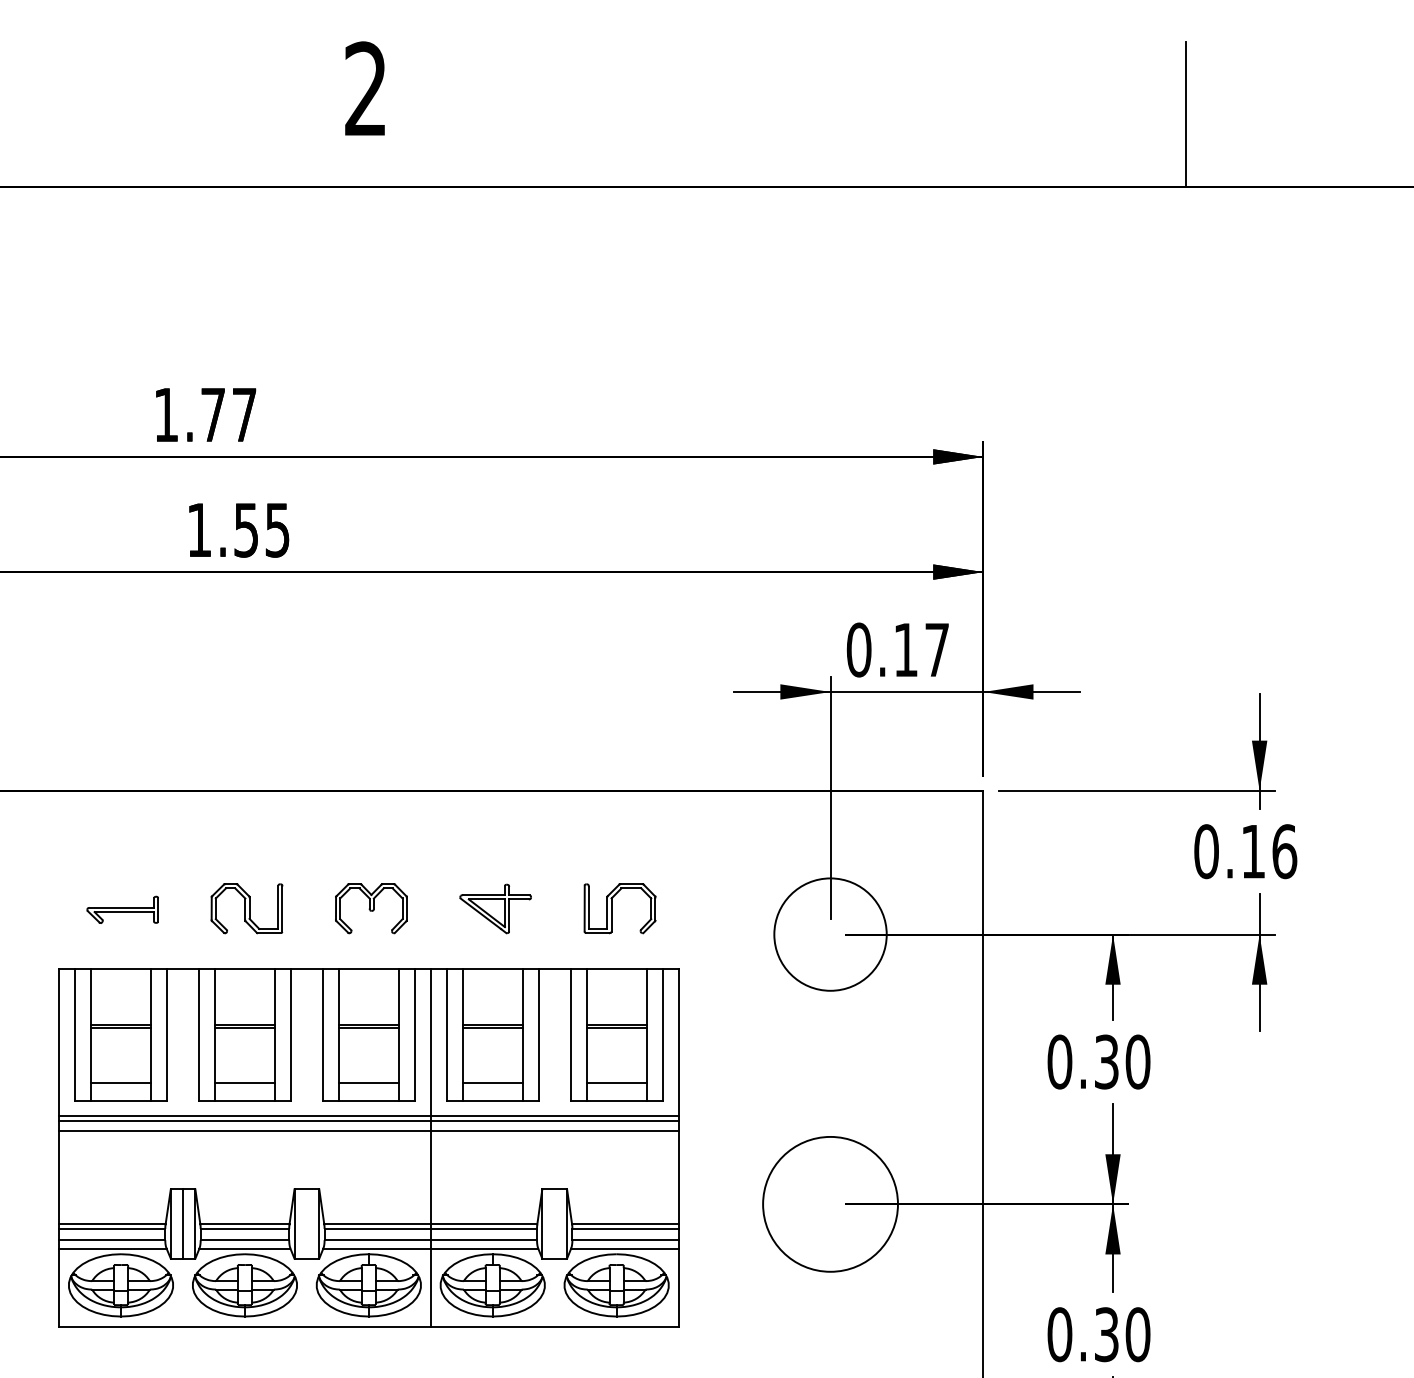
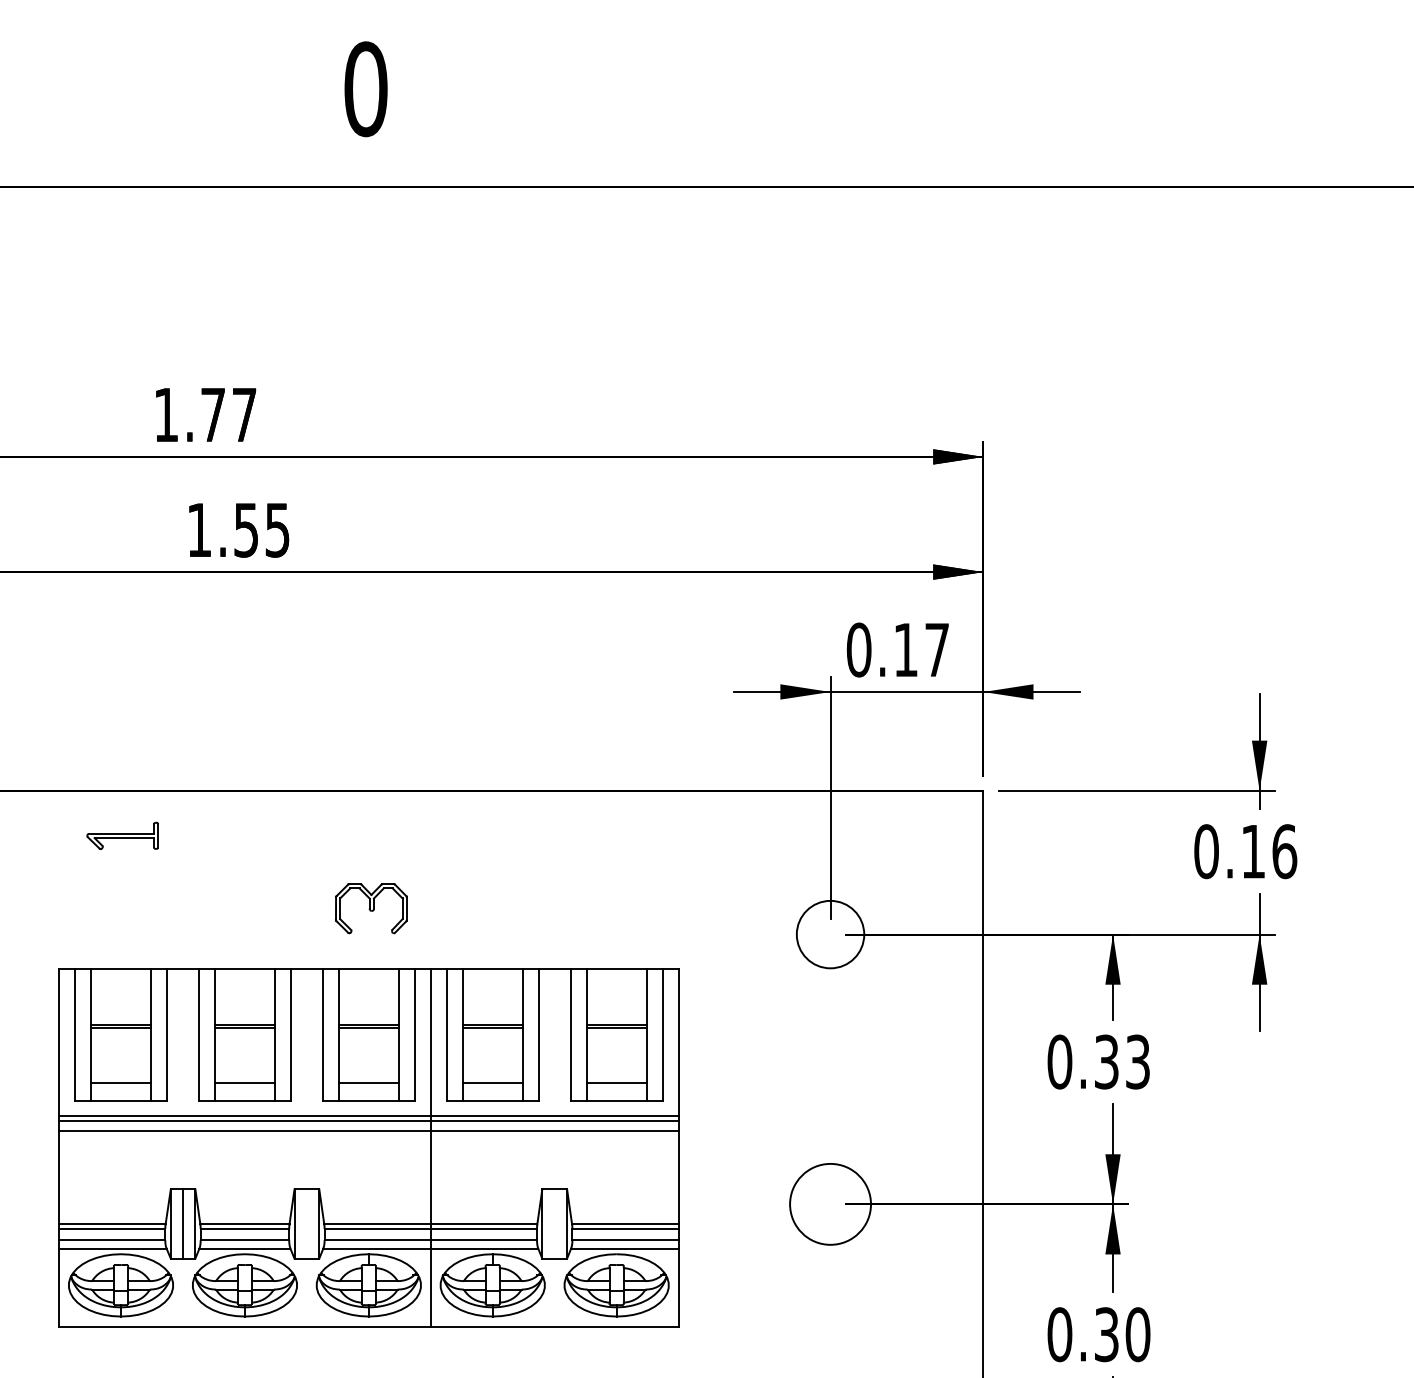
text at (365, 89): 2 -> 0
line at (1185, 114): present -> none
part at (246, 908): present -> none
part at (495, 908): present -> none
part at (612, 908): present -> none
part at (122, 909) position: (122, 909) -> (122, 835)
circle at (830, 934) diameter: 112 px -> 67 px
text at (1137, 1061): 0.30 -> 0.33
circle at (830, 1203) diameter: 135 px -> 81 px
